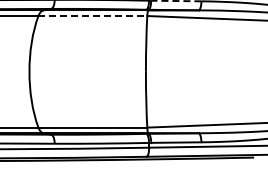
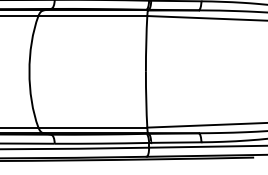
line at (175, 1): dashed -> solid
line at (93, 16): dashed -> solid
